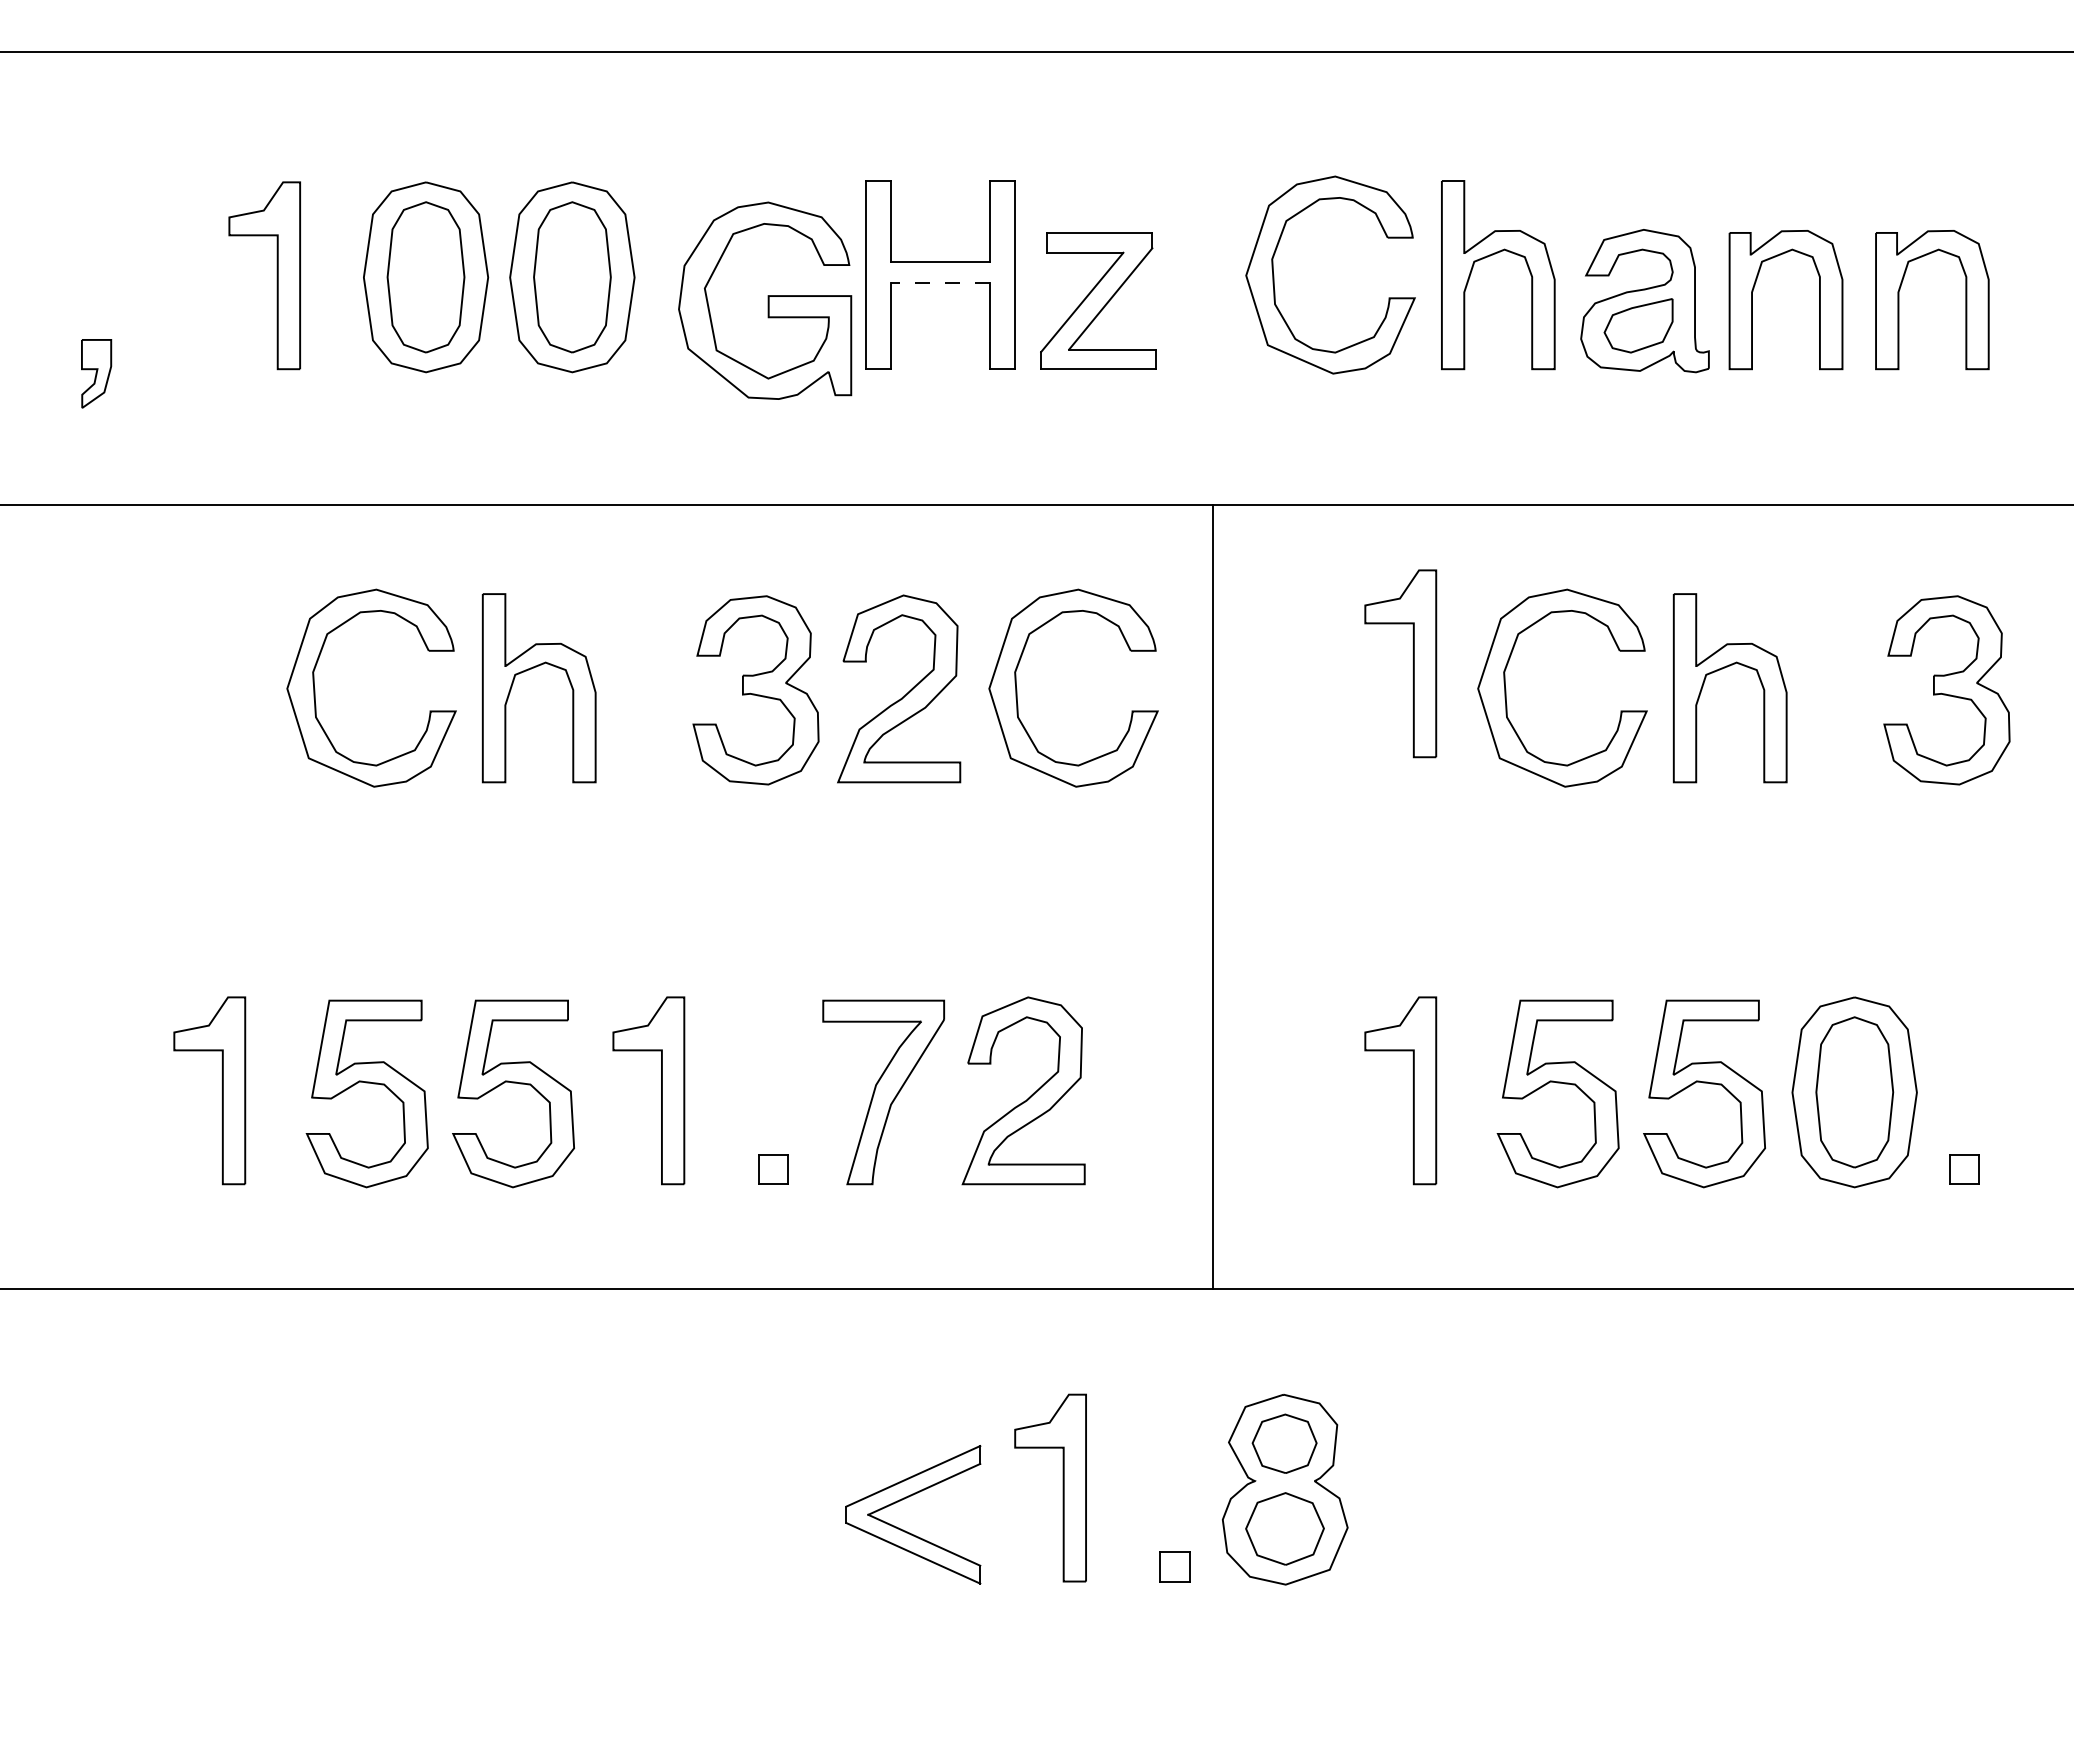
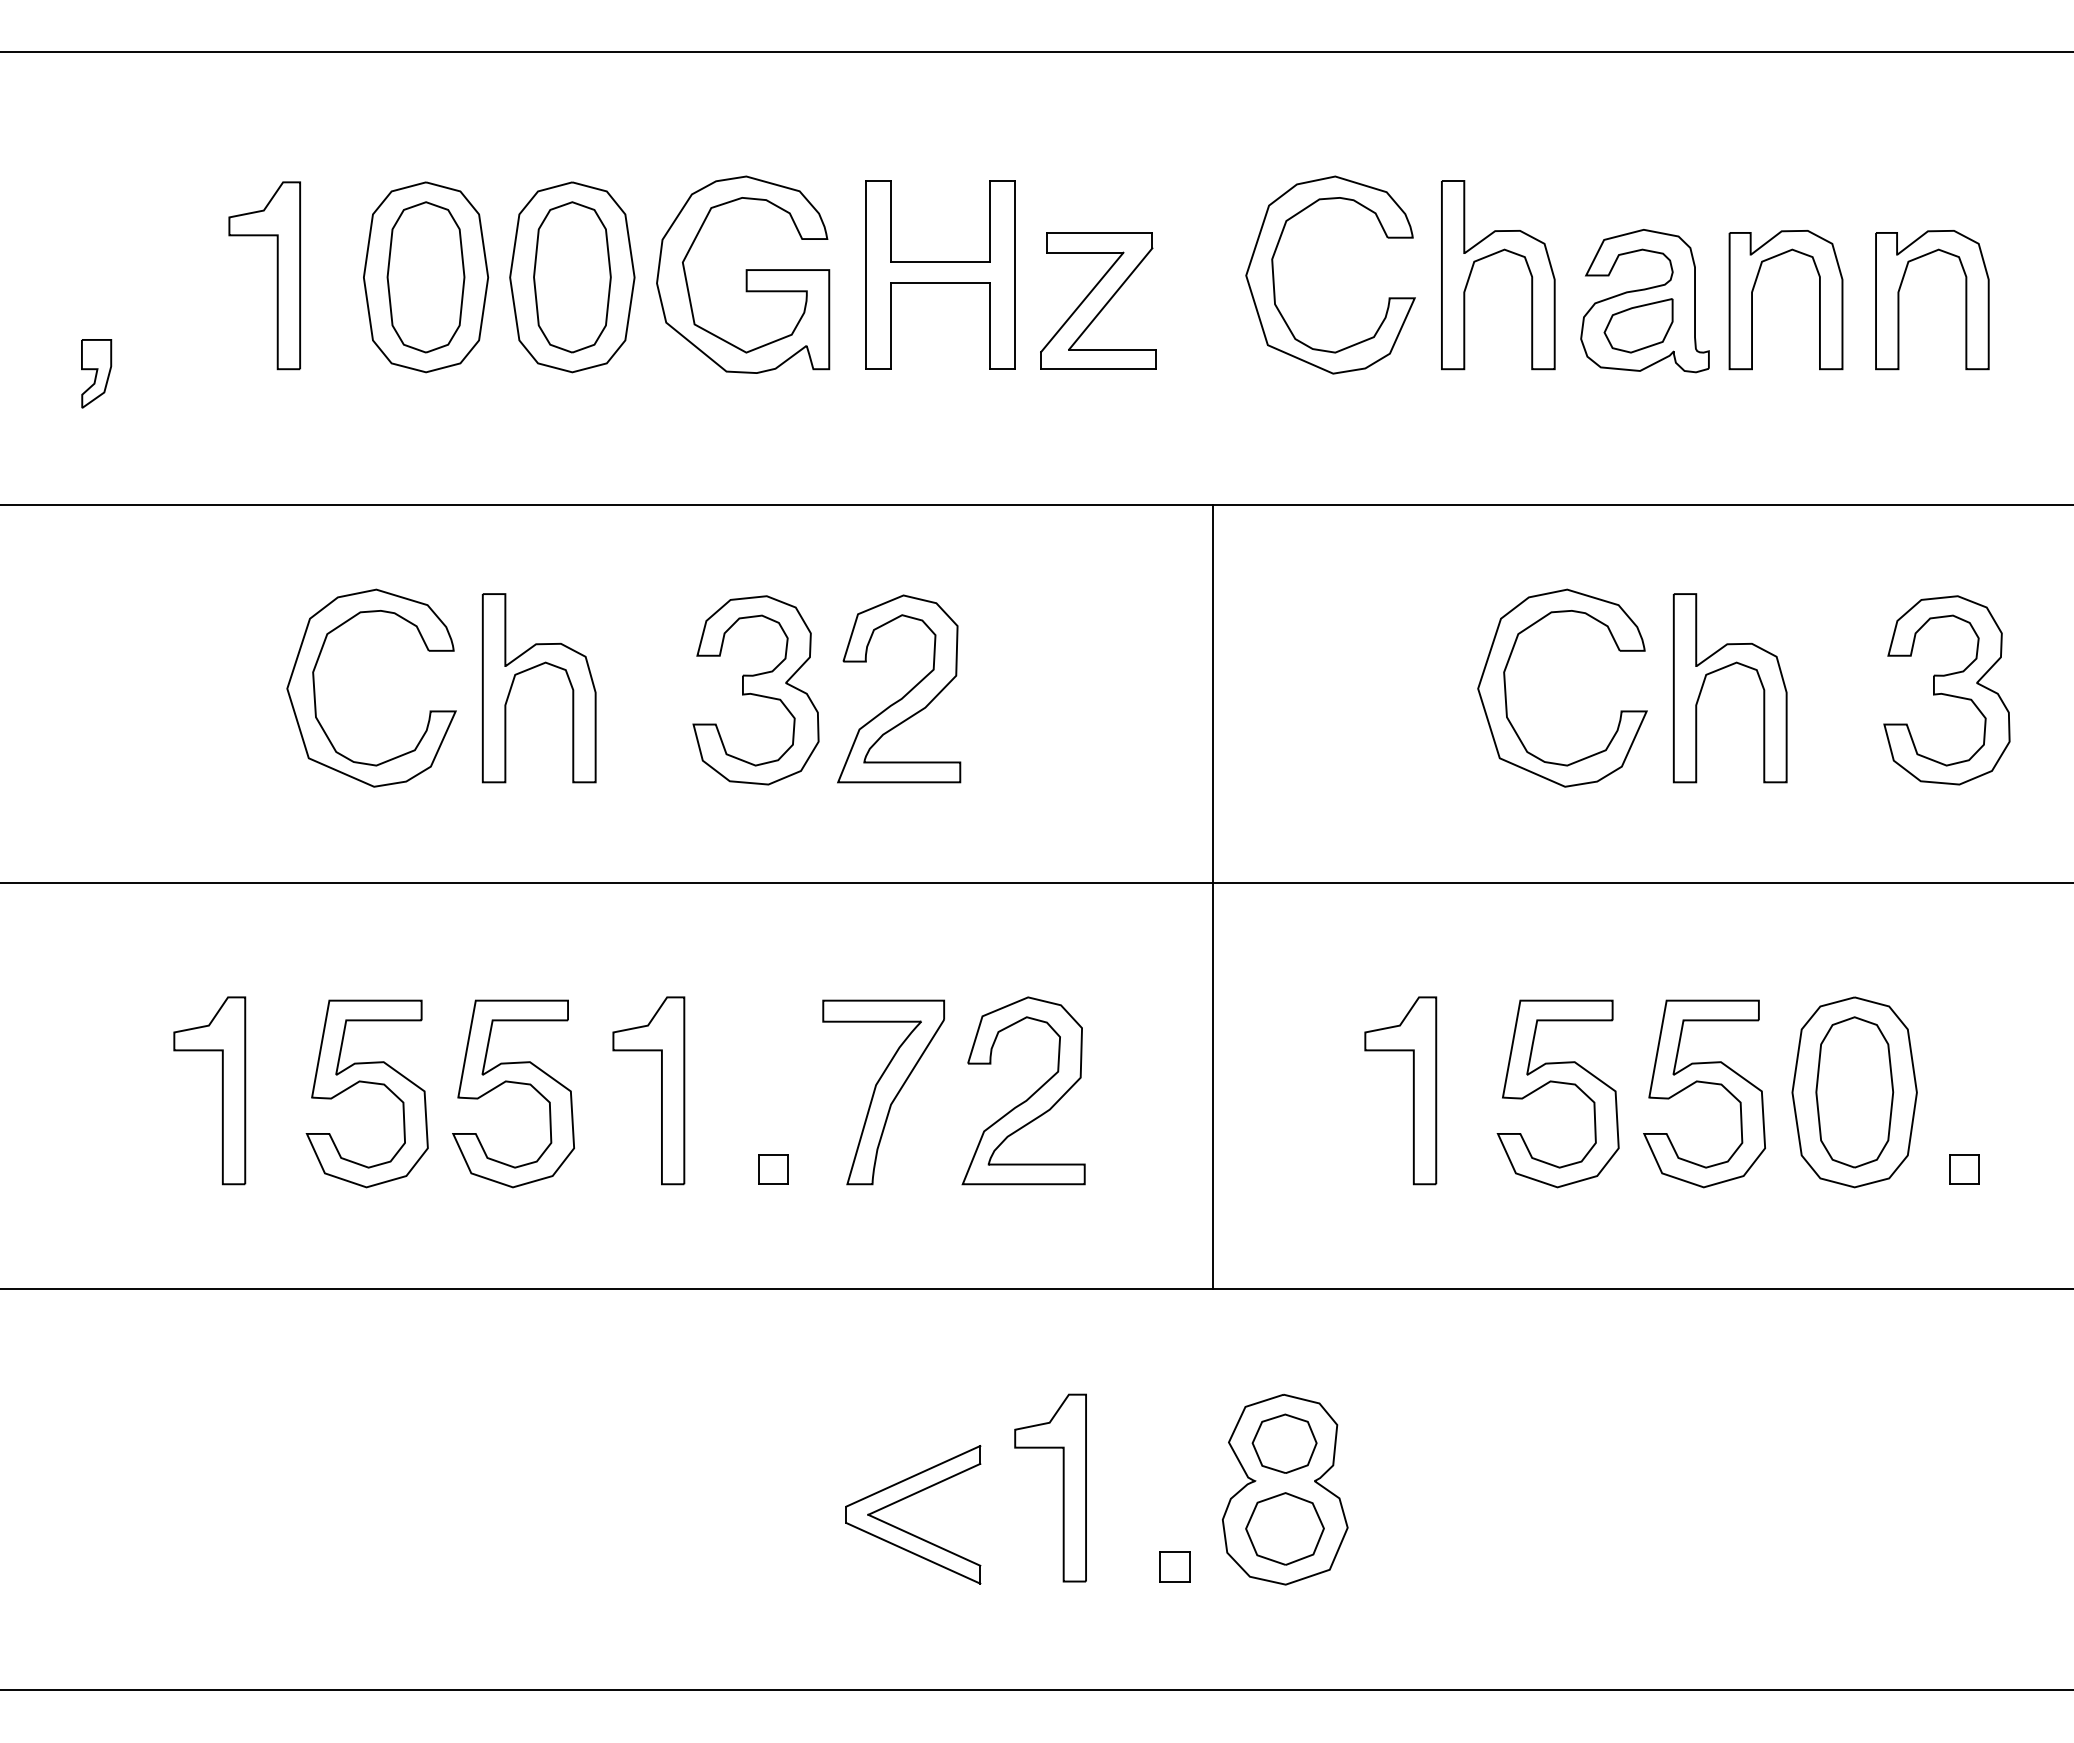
line at (940, 283): dashed -> solid
part at (765, 300) position: (765, 300) -> (743, 274)
part at (1412, 663): present -> none
part at (1017, 689): present -> none
line at (1036, 883): none -> present
line at (1036, 1690): none -> present
